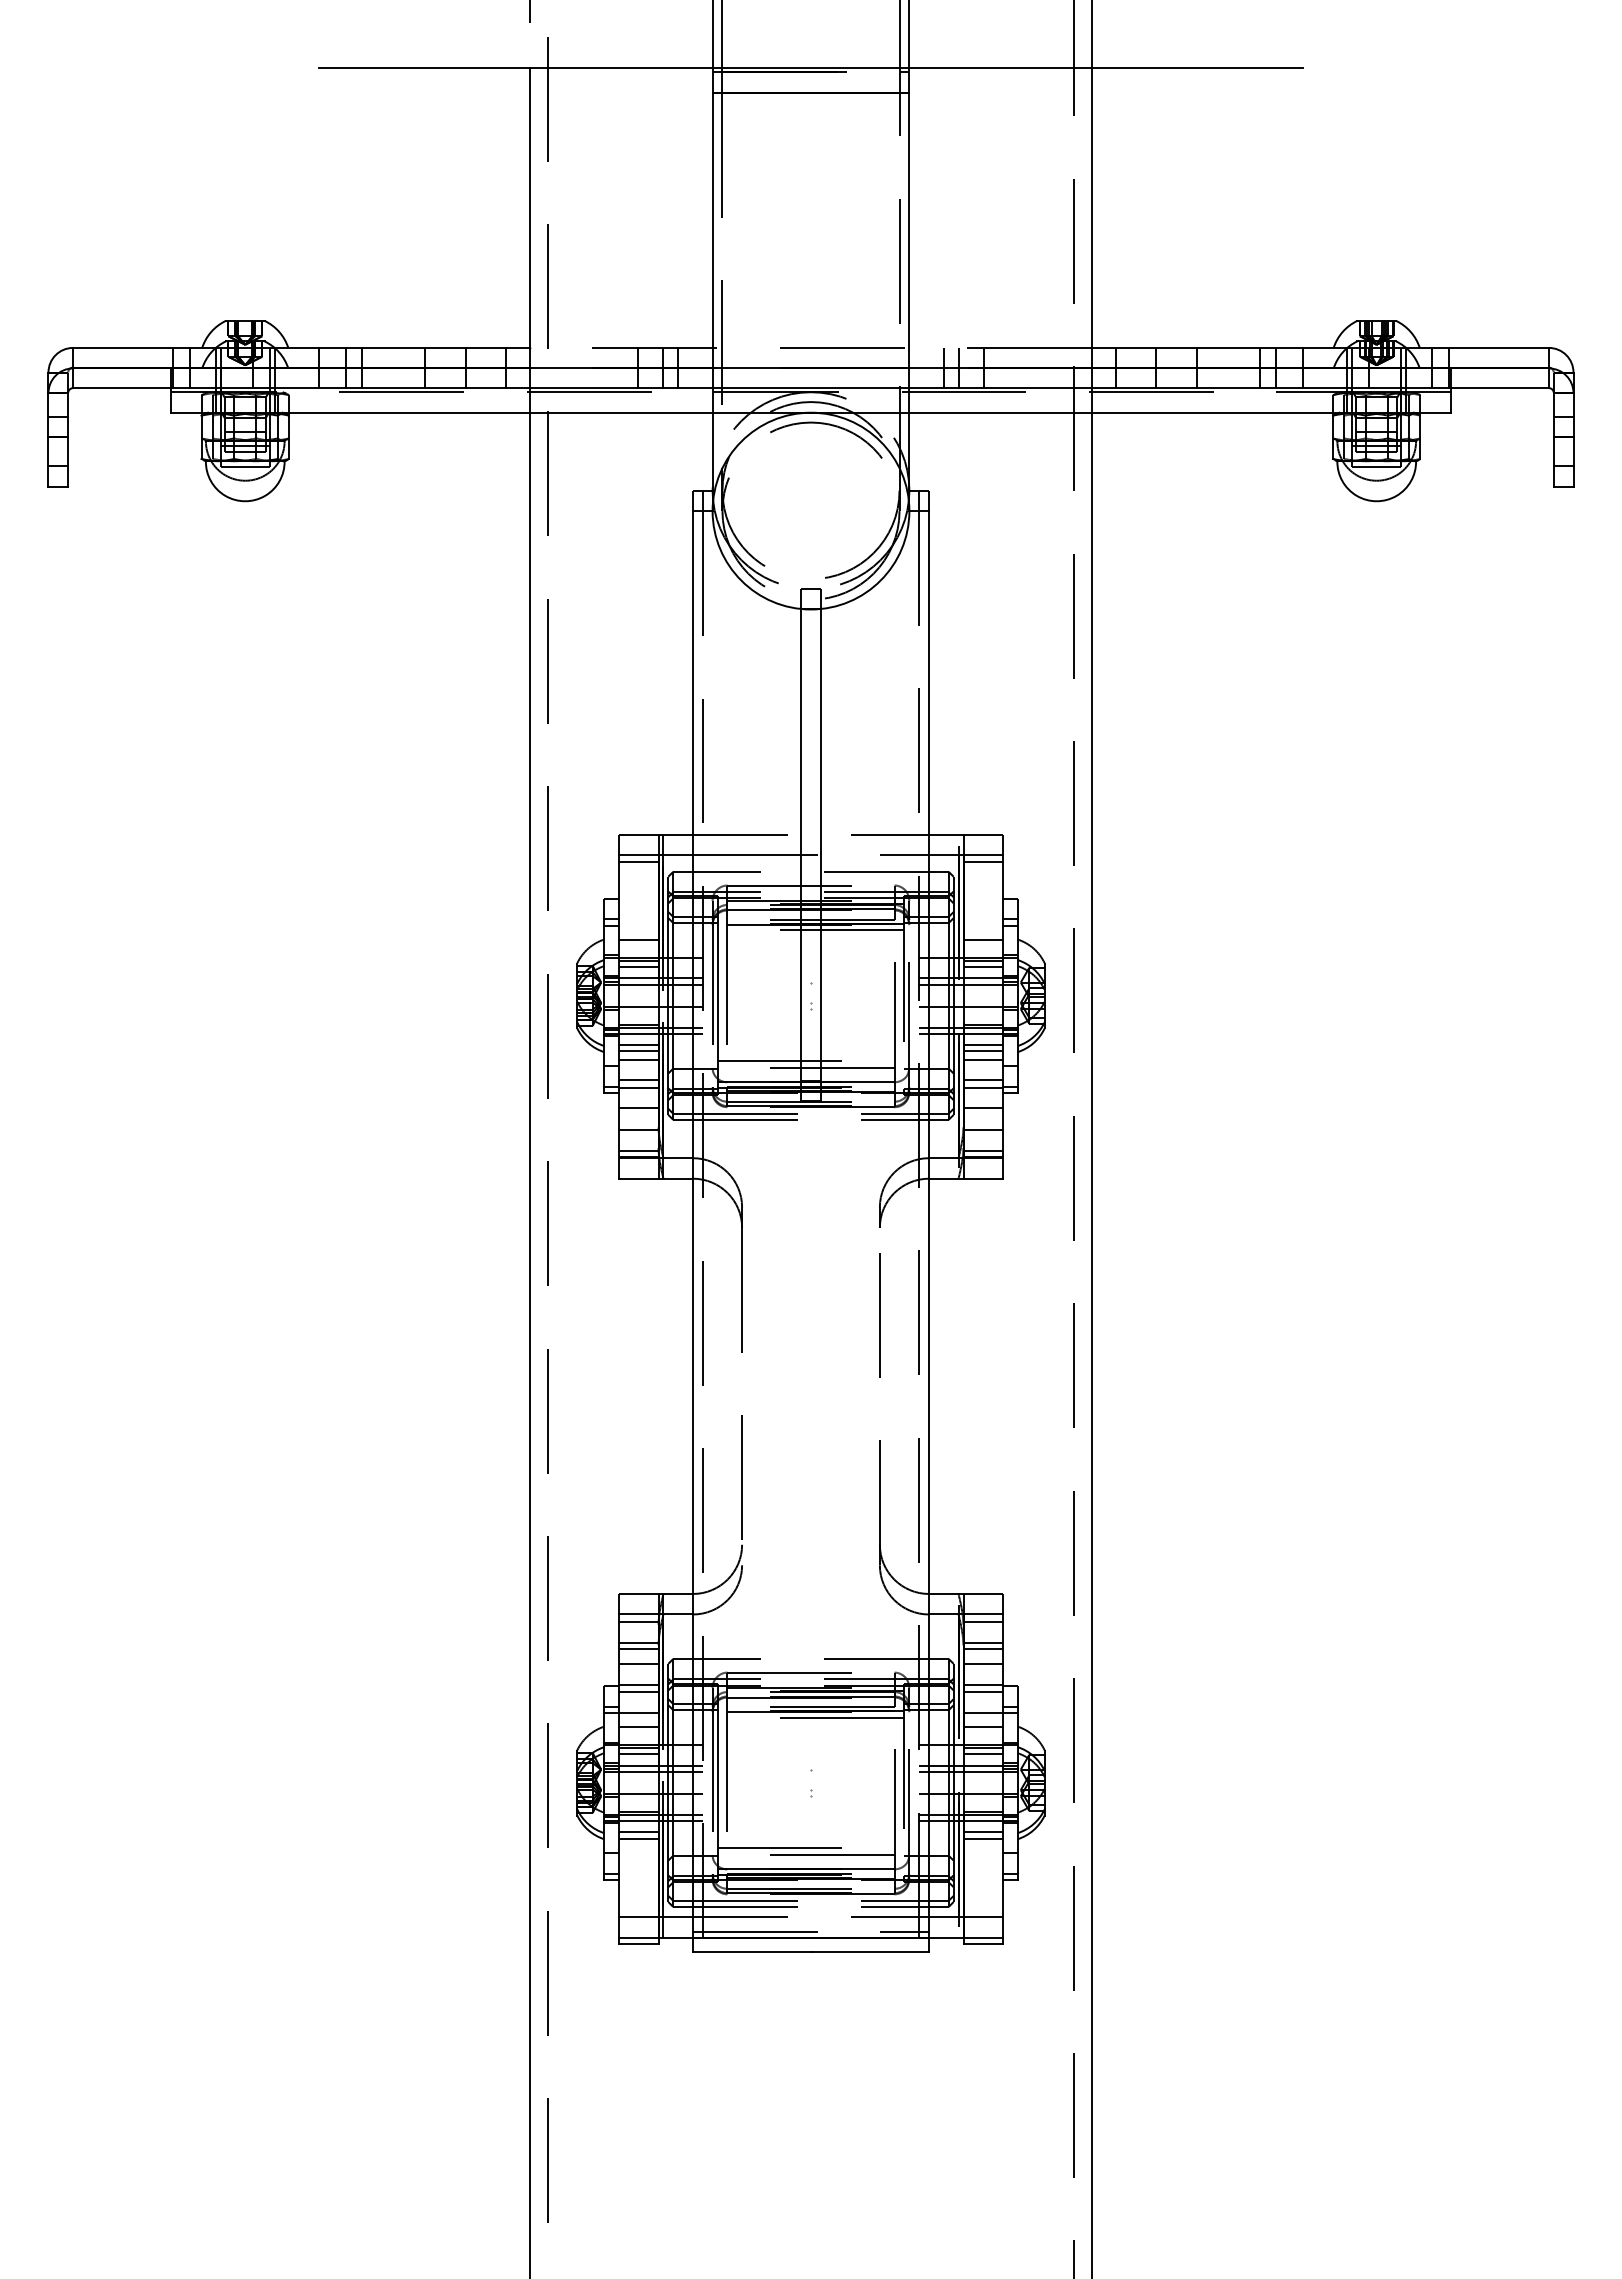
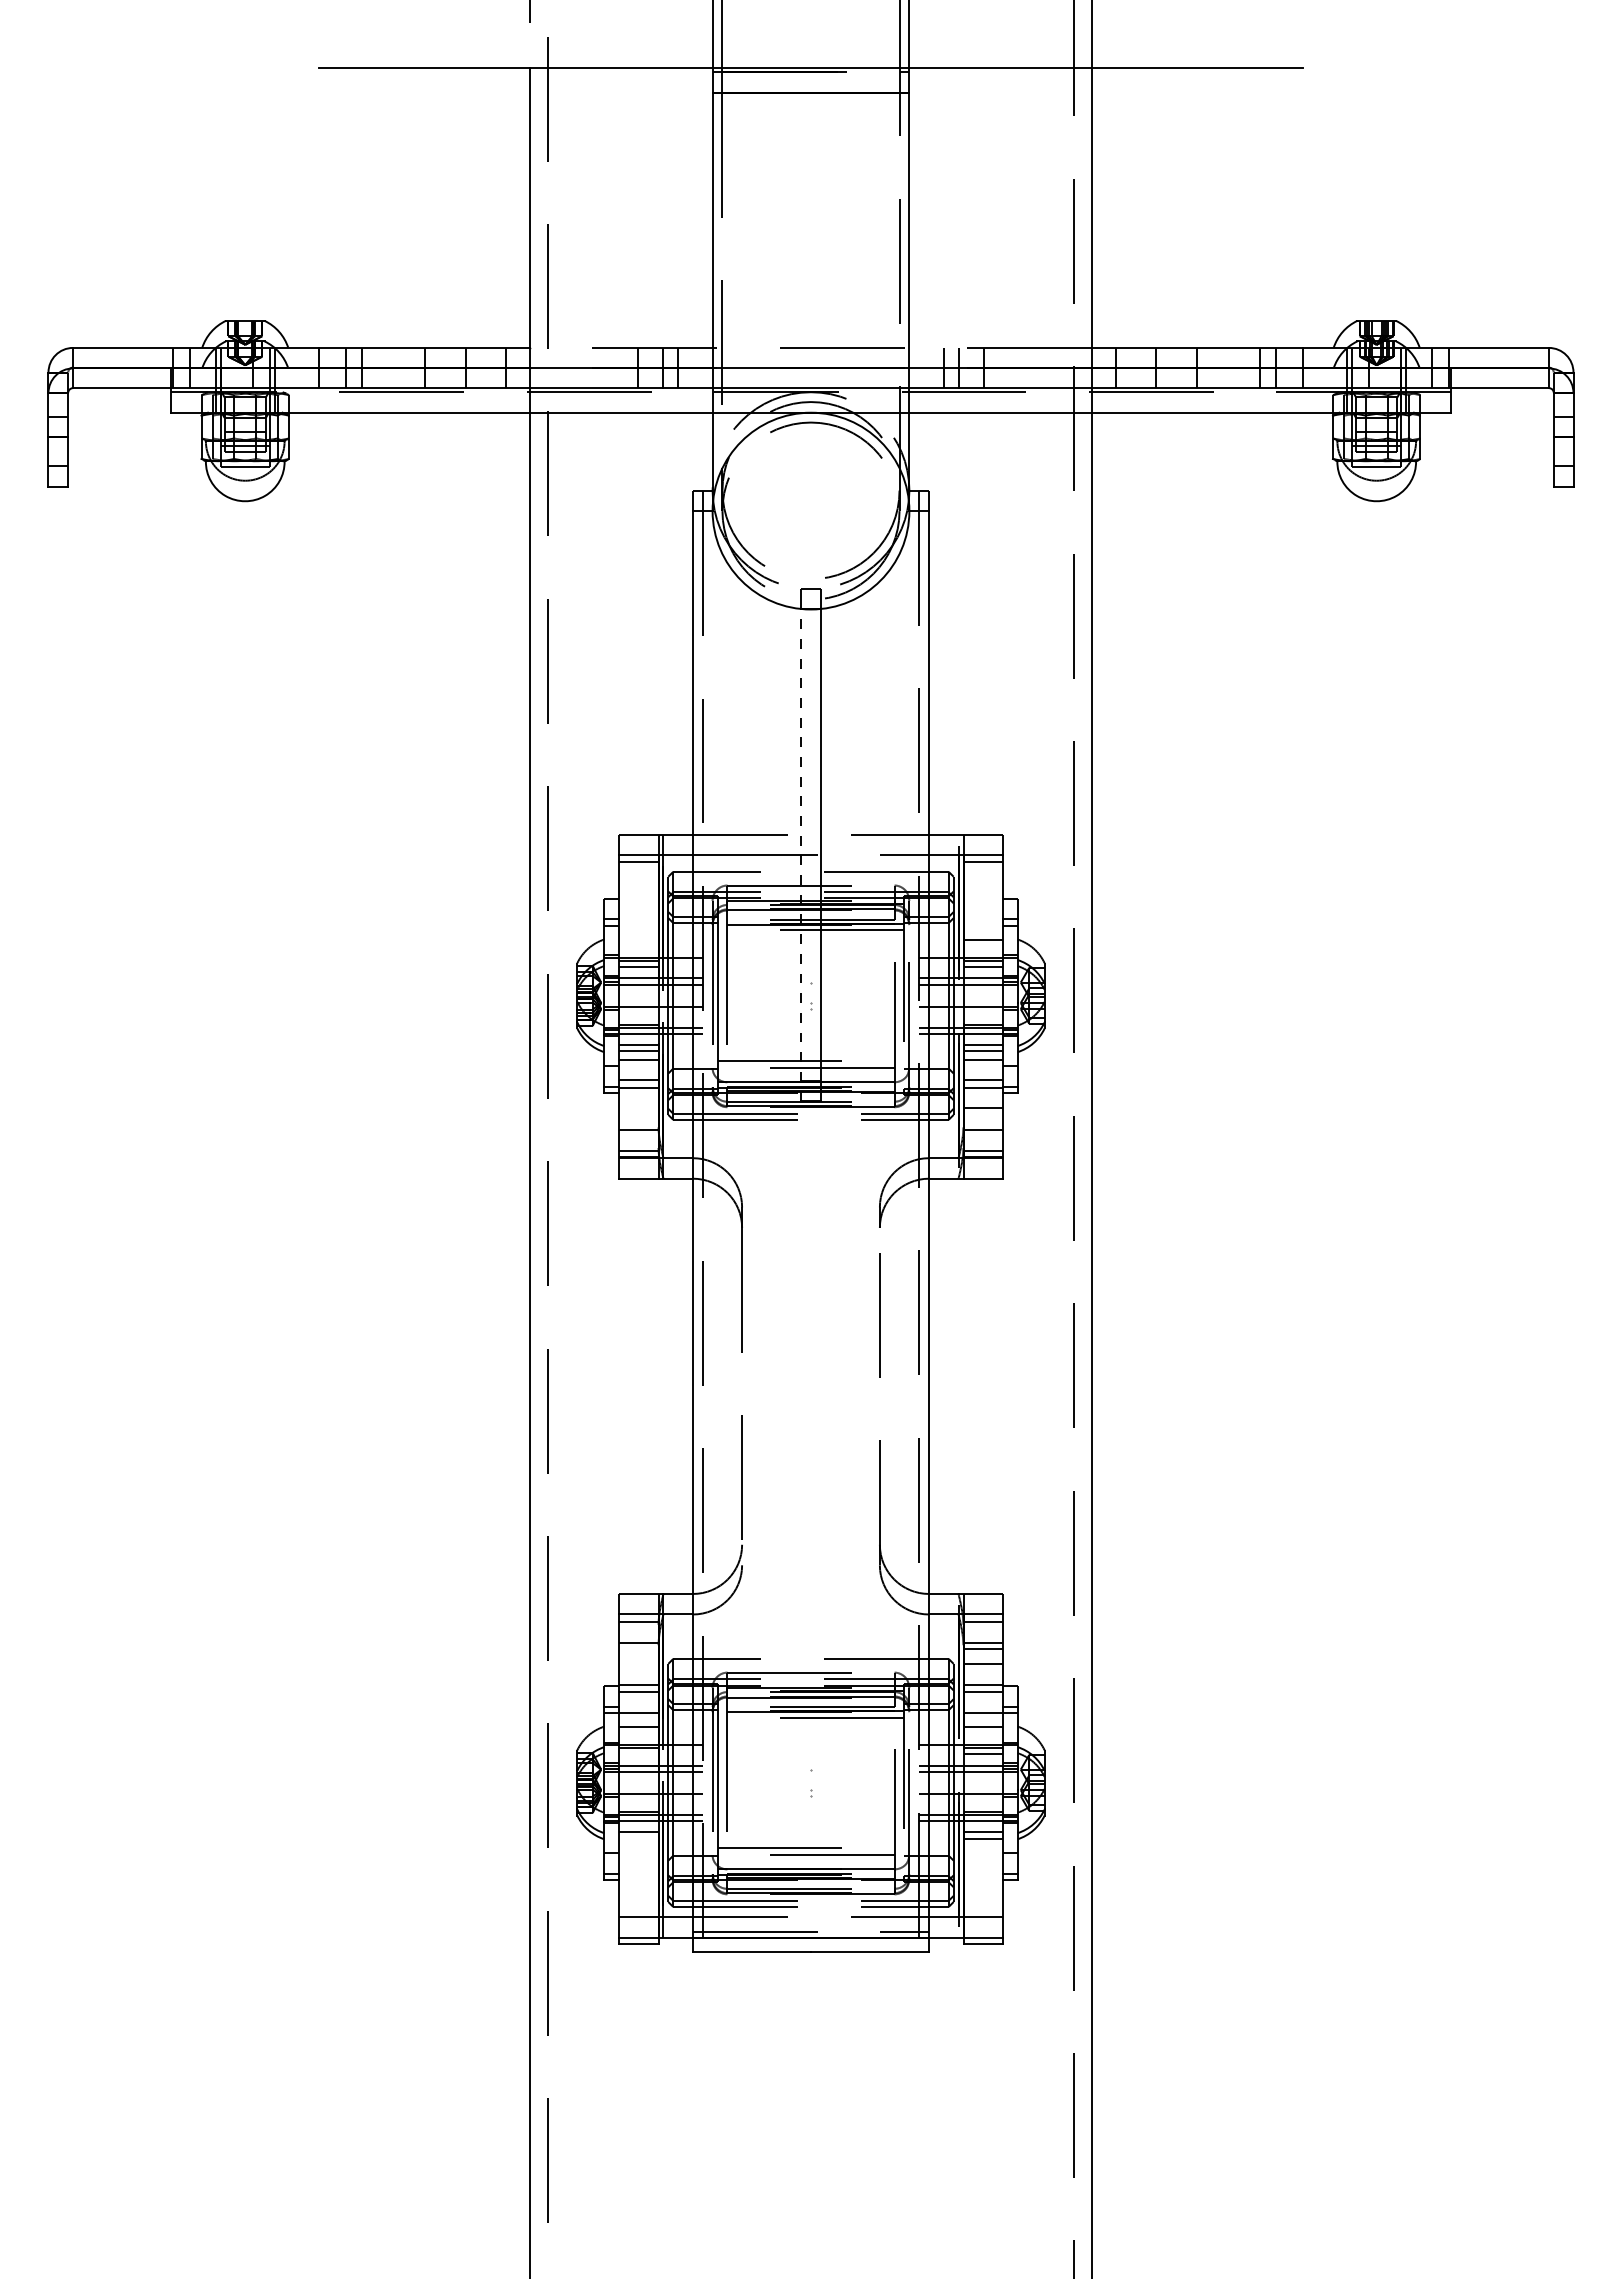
line at (801, 855): solid -> dashed
line at (638, 940): present -> none
line at (638, 1108): present -> none
line at (638, 1648): present -> none
line at (638, 1664): present -> none
line at (638, 1753): present -> none
line at (638, 1838): present -> none
